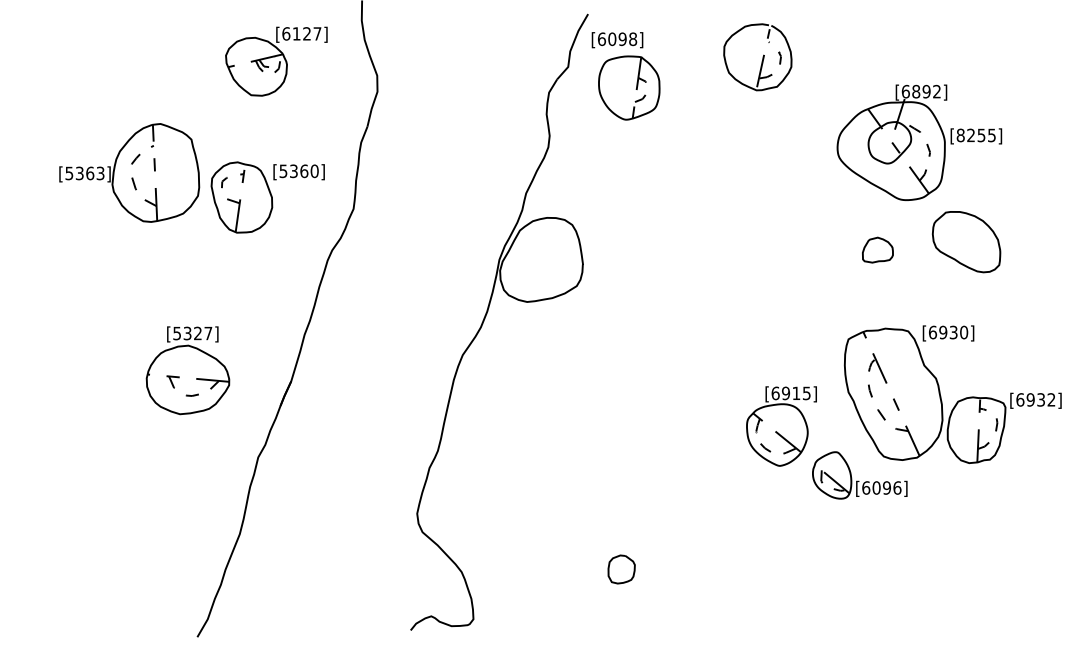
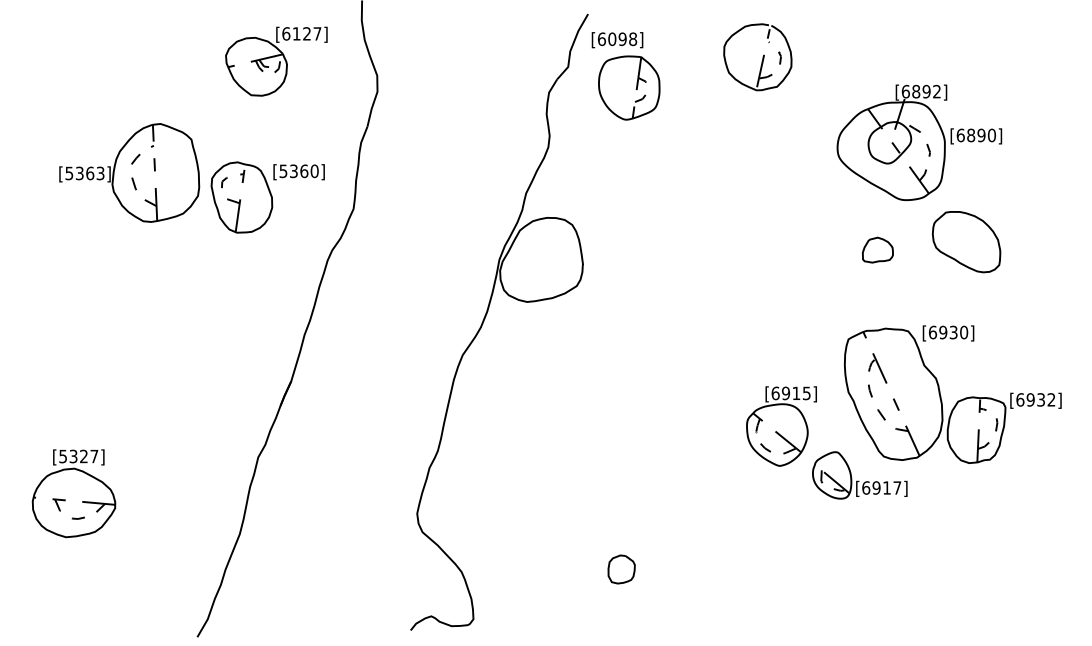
text at (976, 135): [8255] -> [6890]
part at (187, 370) position: (187, 370) -> (73, 493)
text at (886, 487): [6096] -> [6917]
